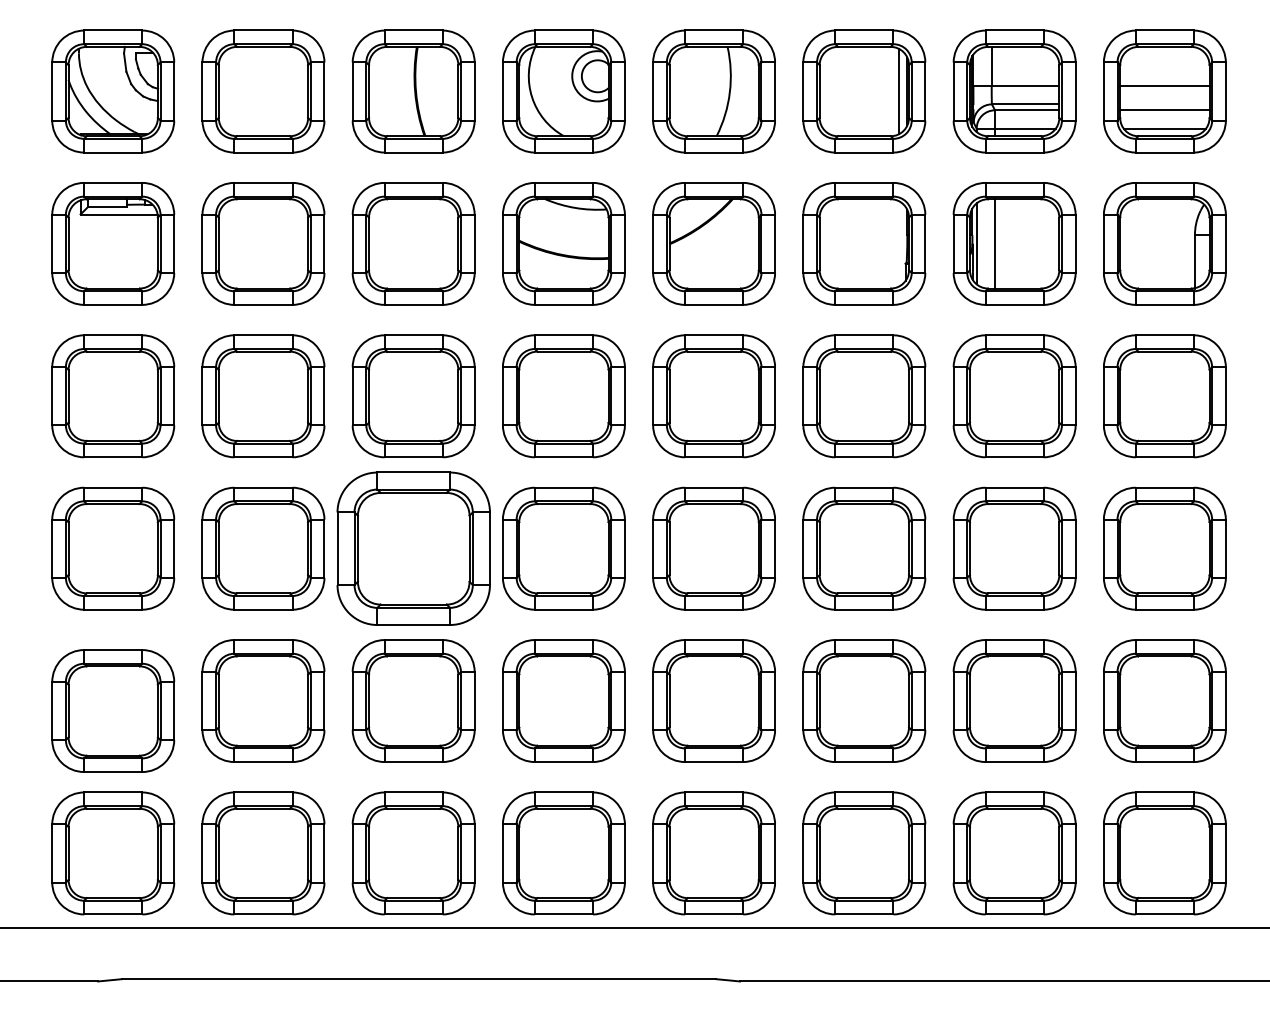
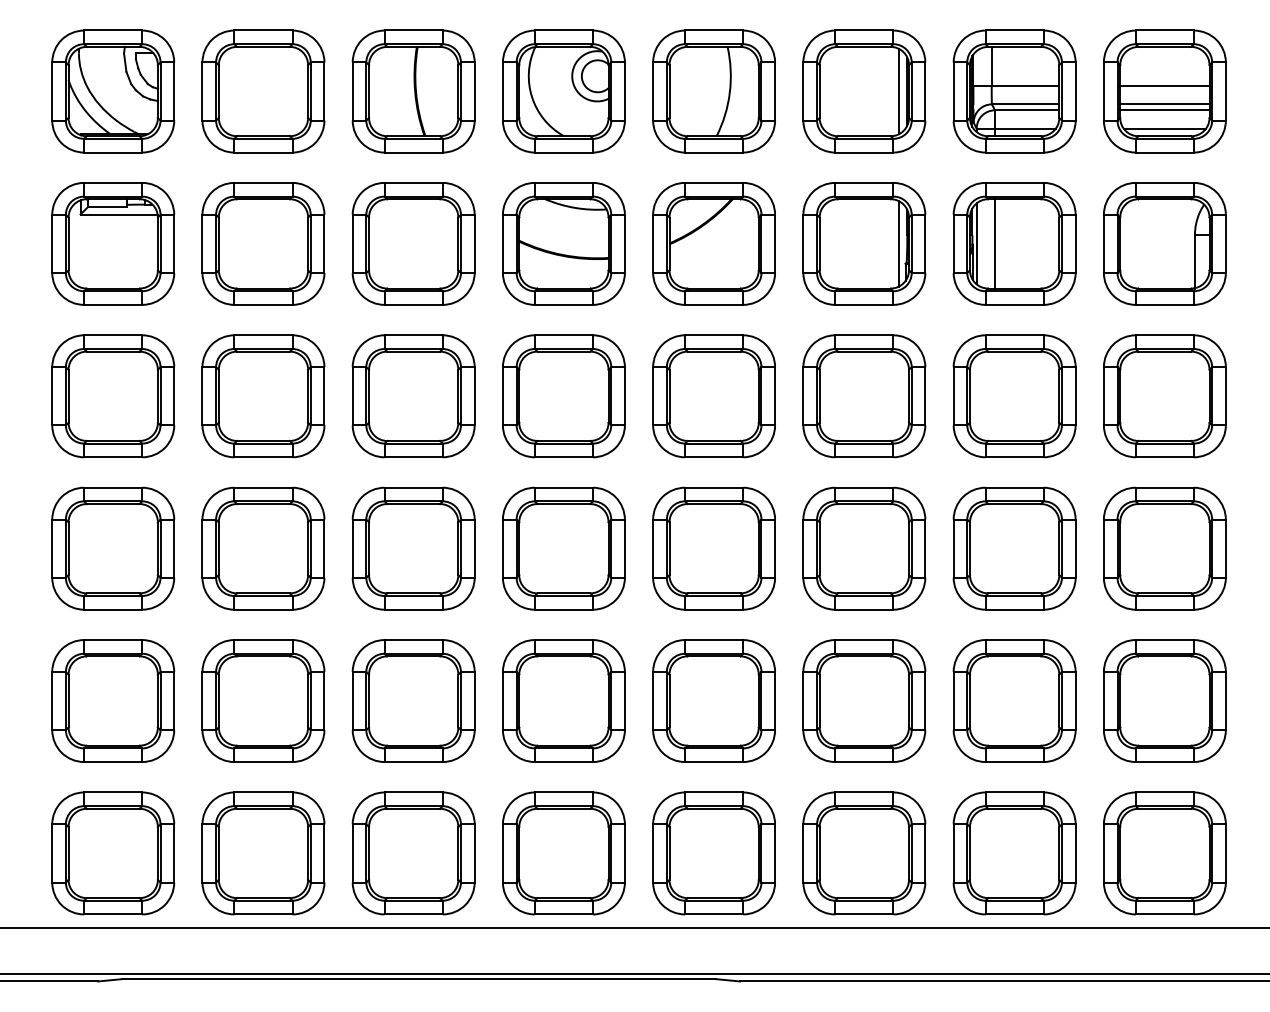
line at (1164, 104): none -> present
line at (899, 243): none -> present
part at (413, 548) size: 155x155 px -> 125x125 px
part at (113, 710) position: (113, 710) -> (113, 700)
line at (634, 973): none -> present
